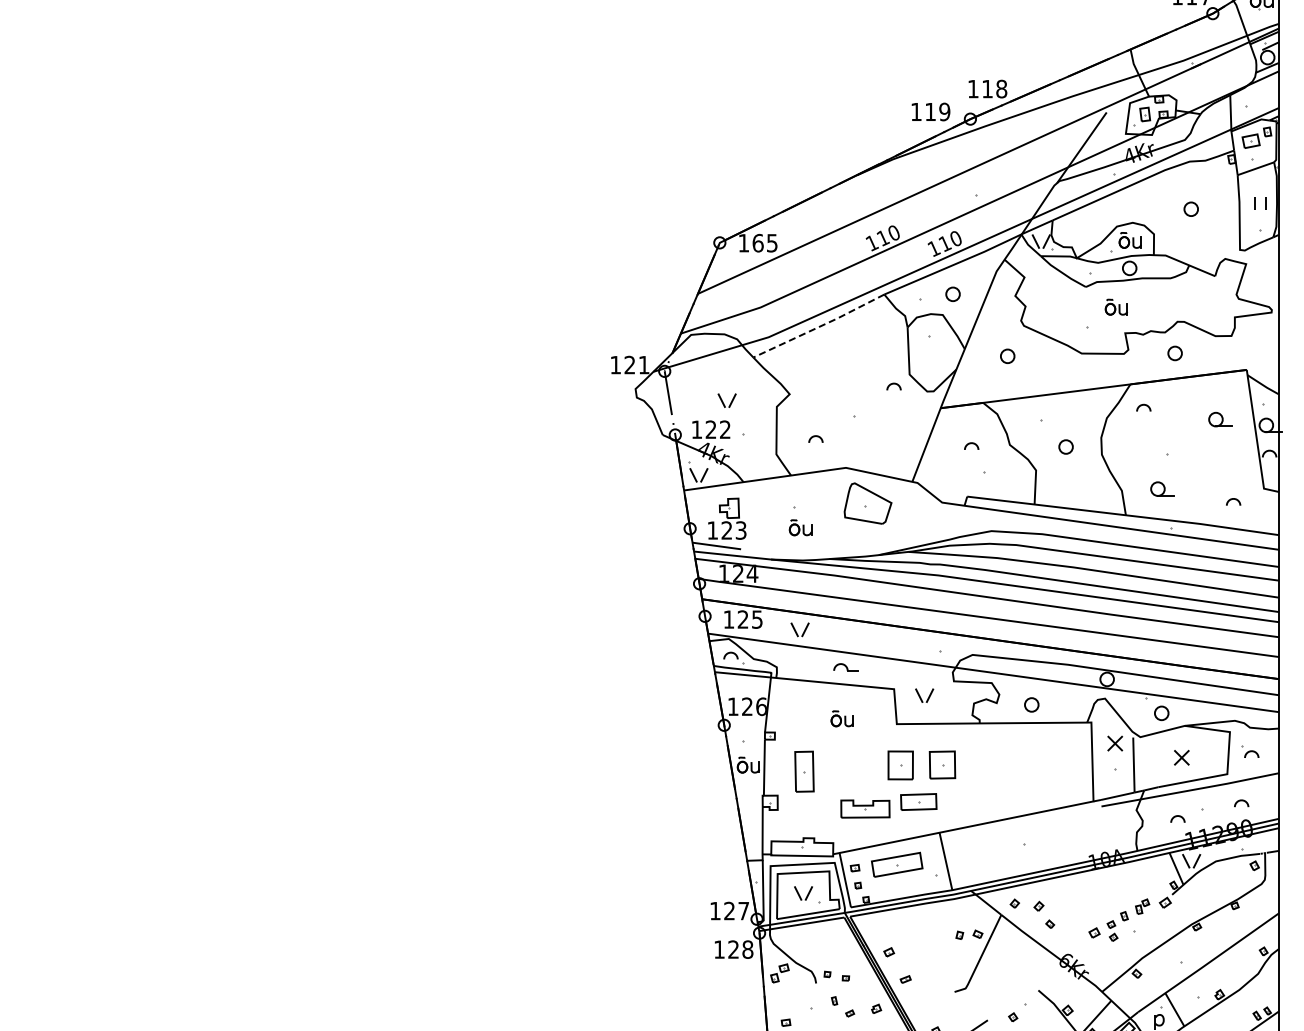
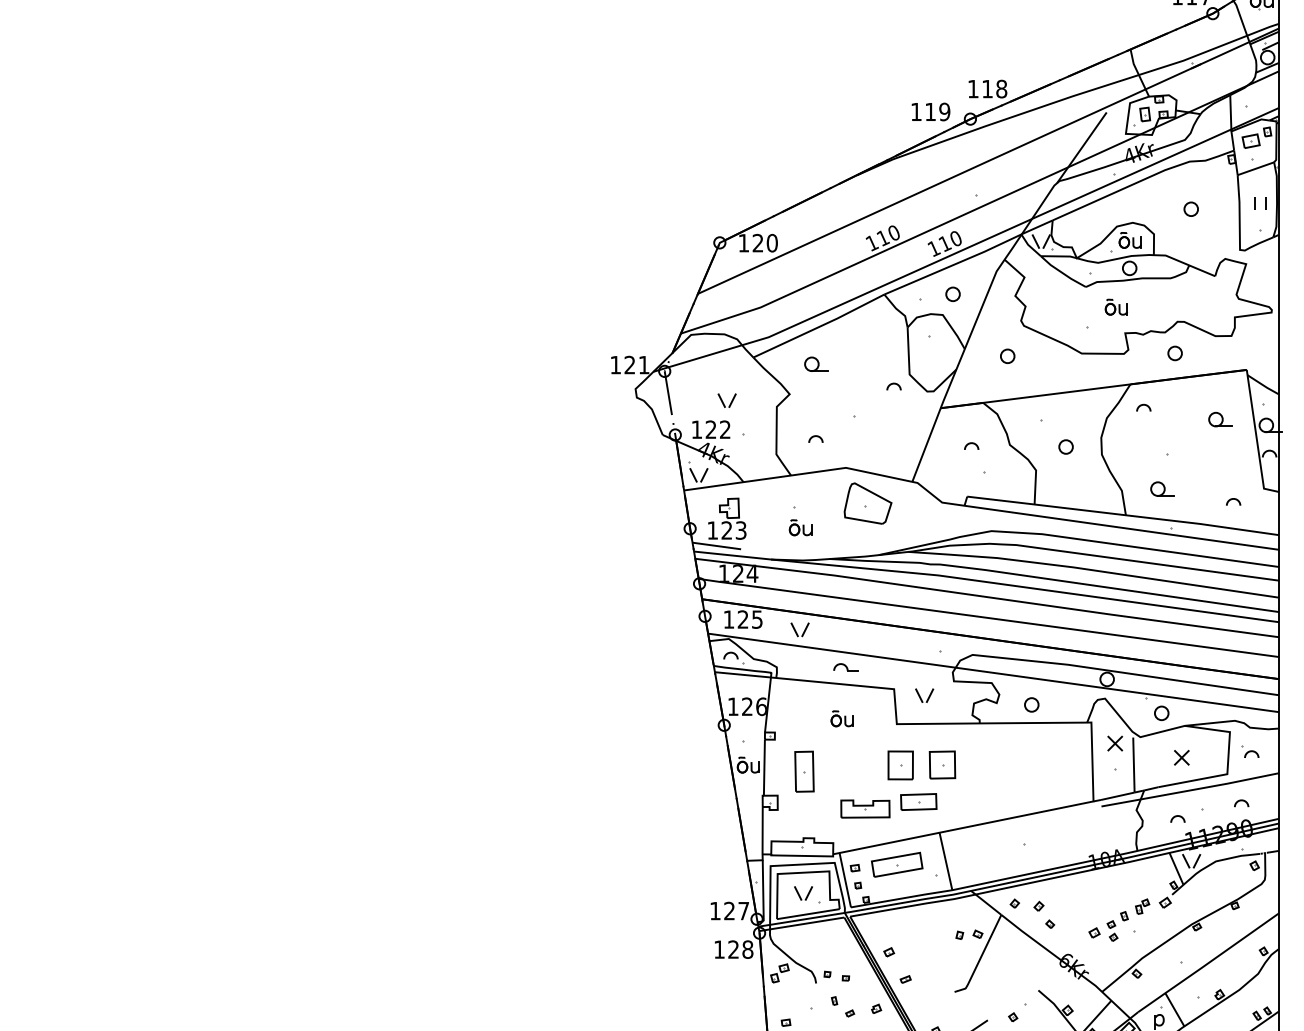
text at (764, 242): 165 -> 120
line at (820, 326): dashed -> solid
part at (816, 363): none -> present
